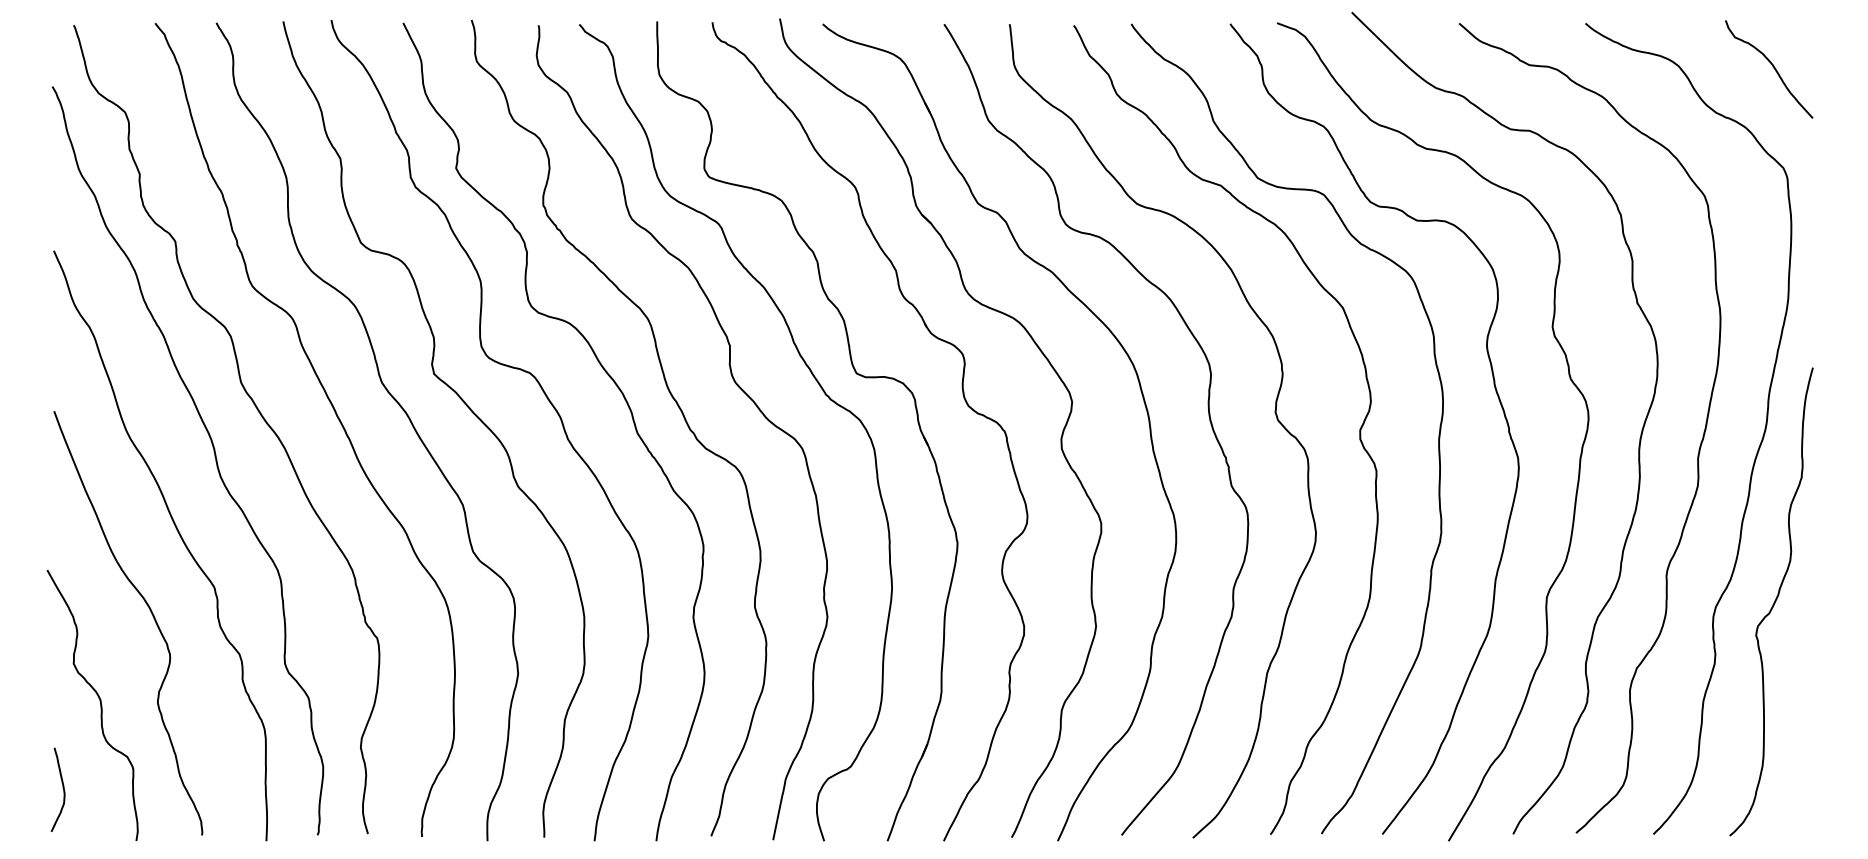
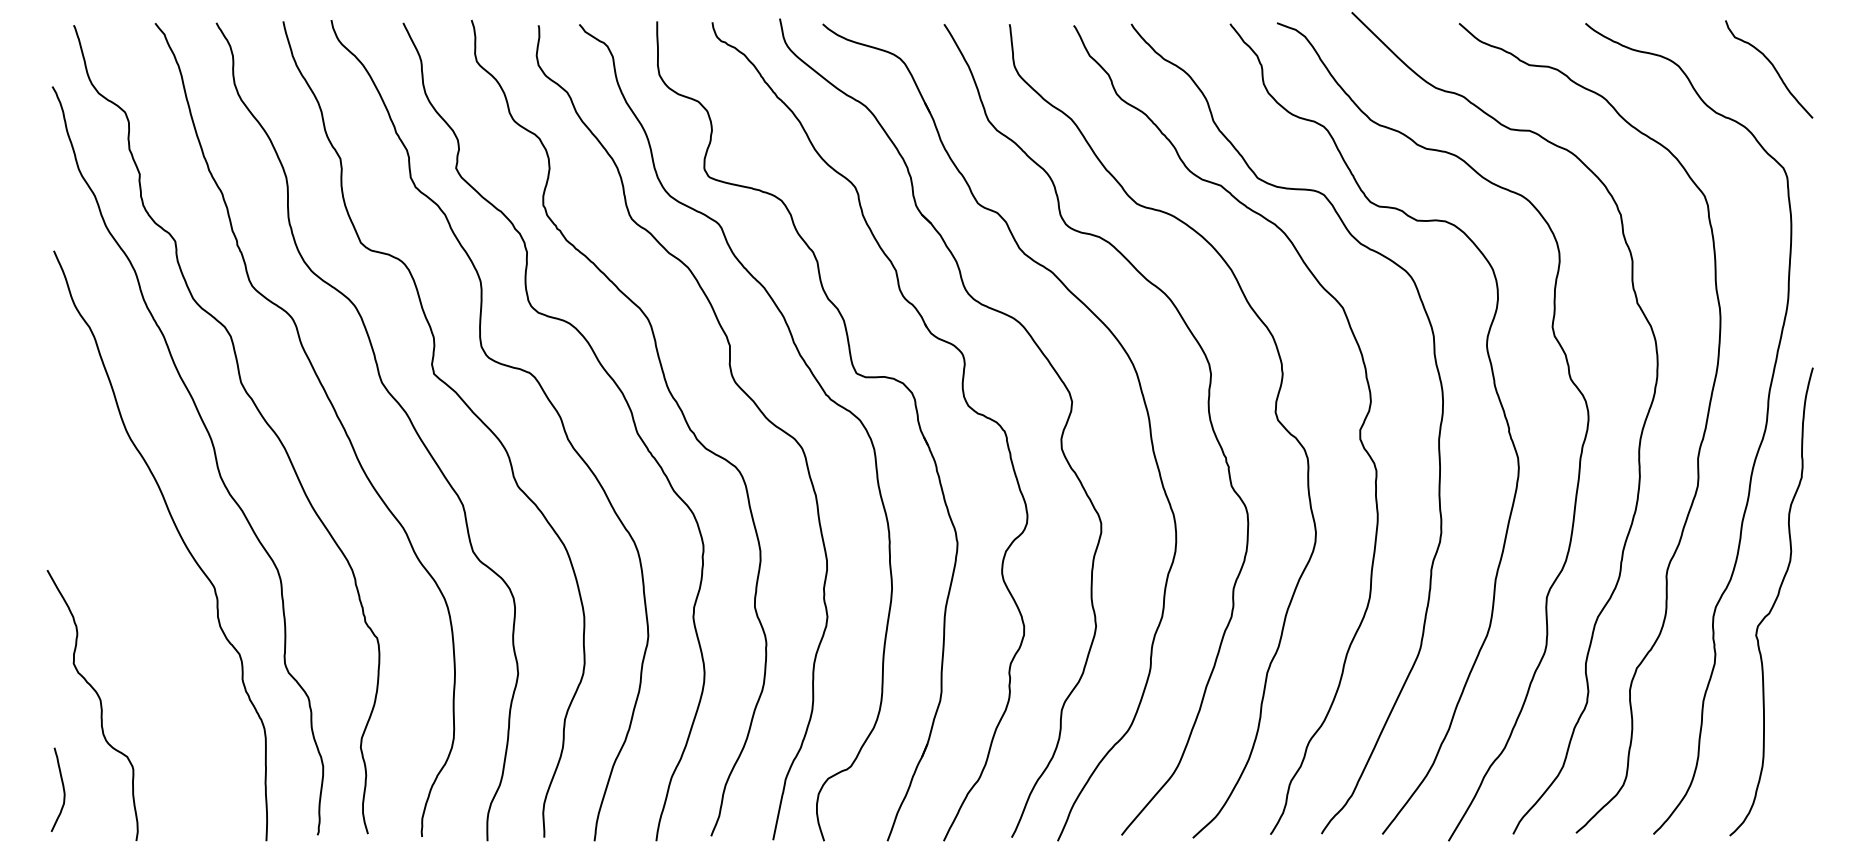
curve at (150, 612): present -> none
